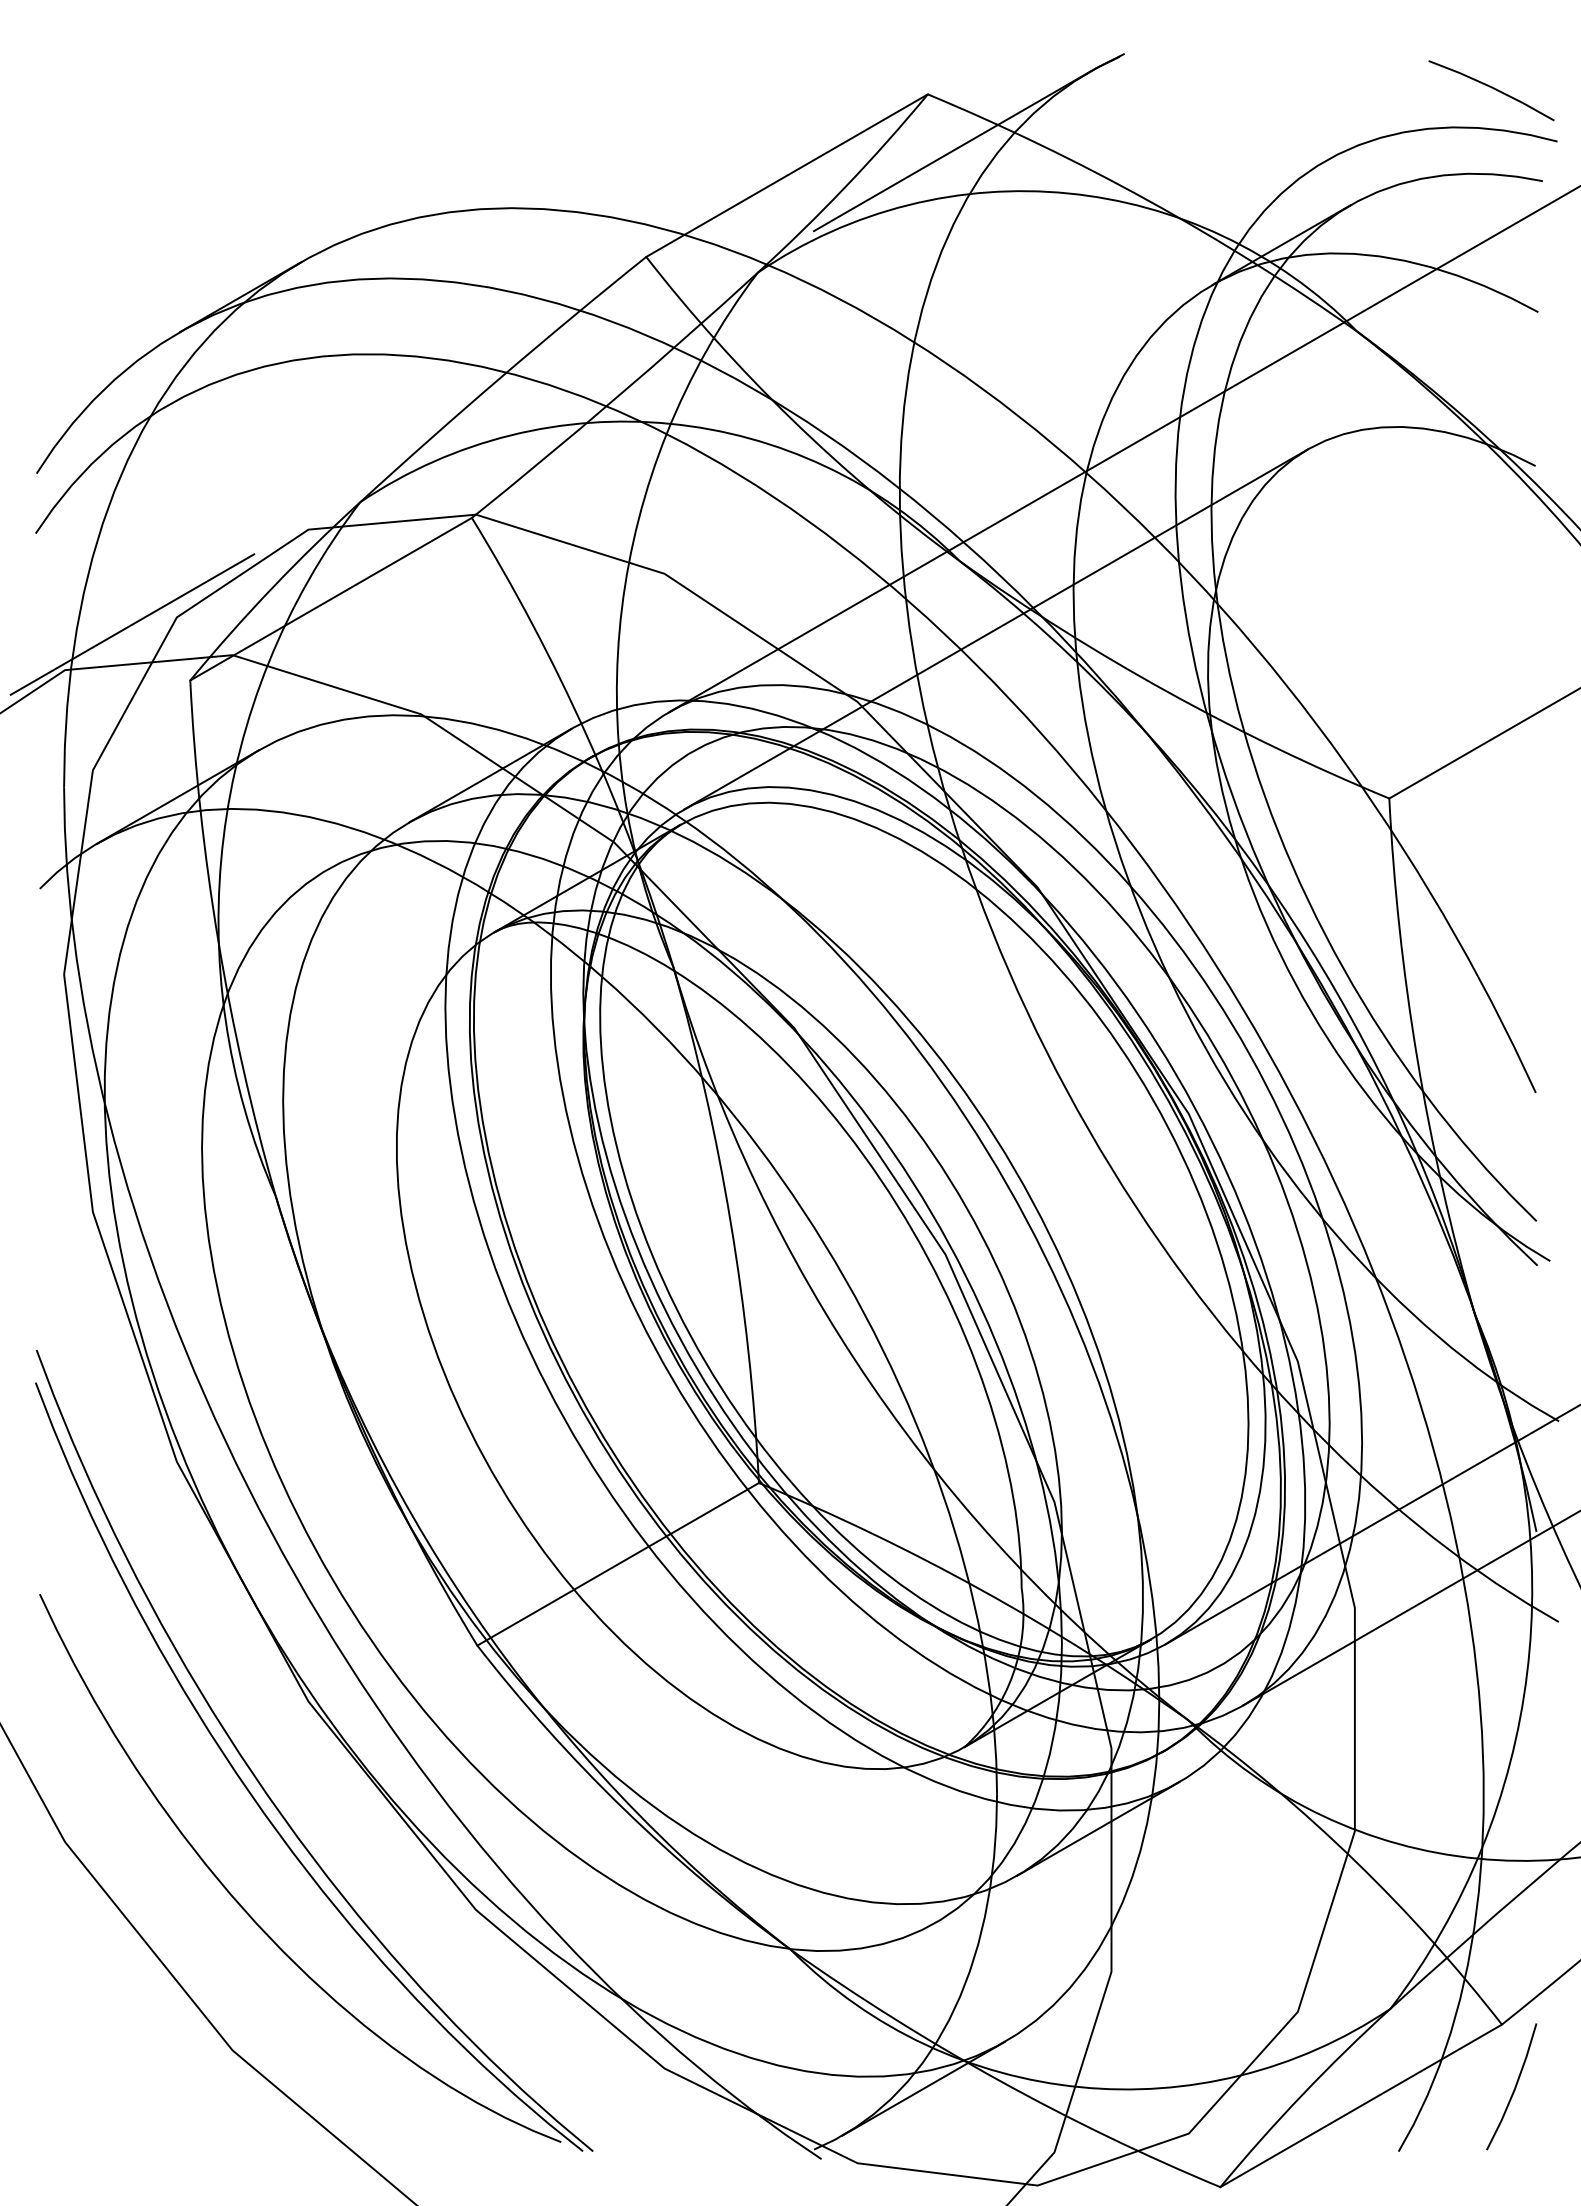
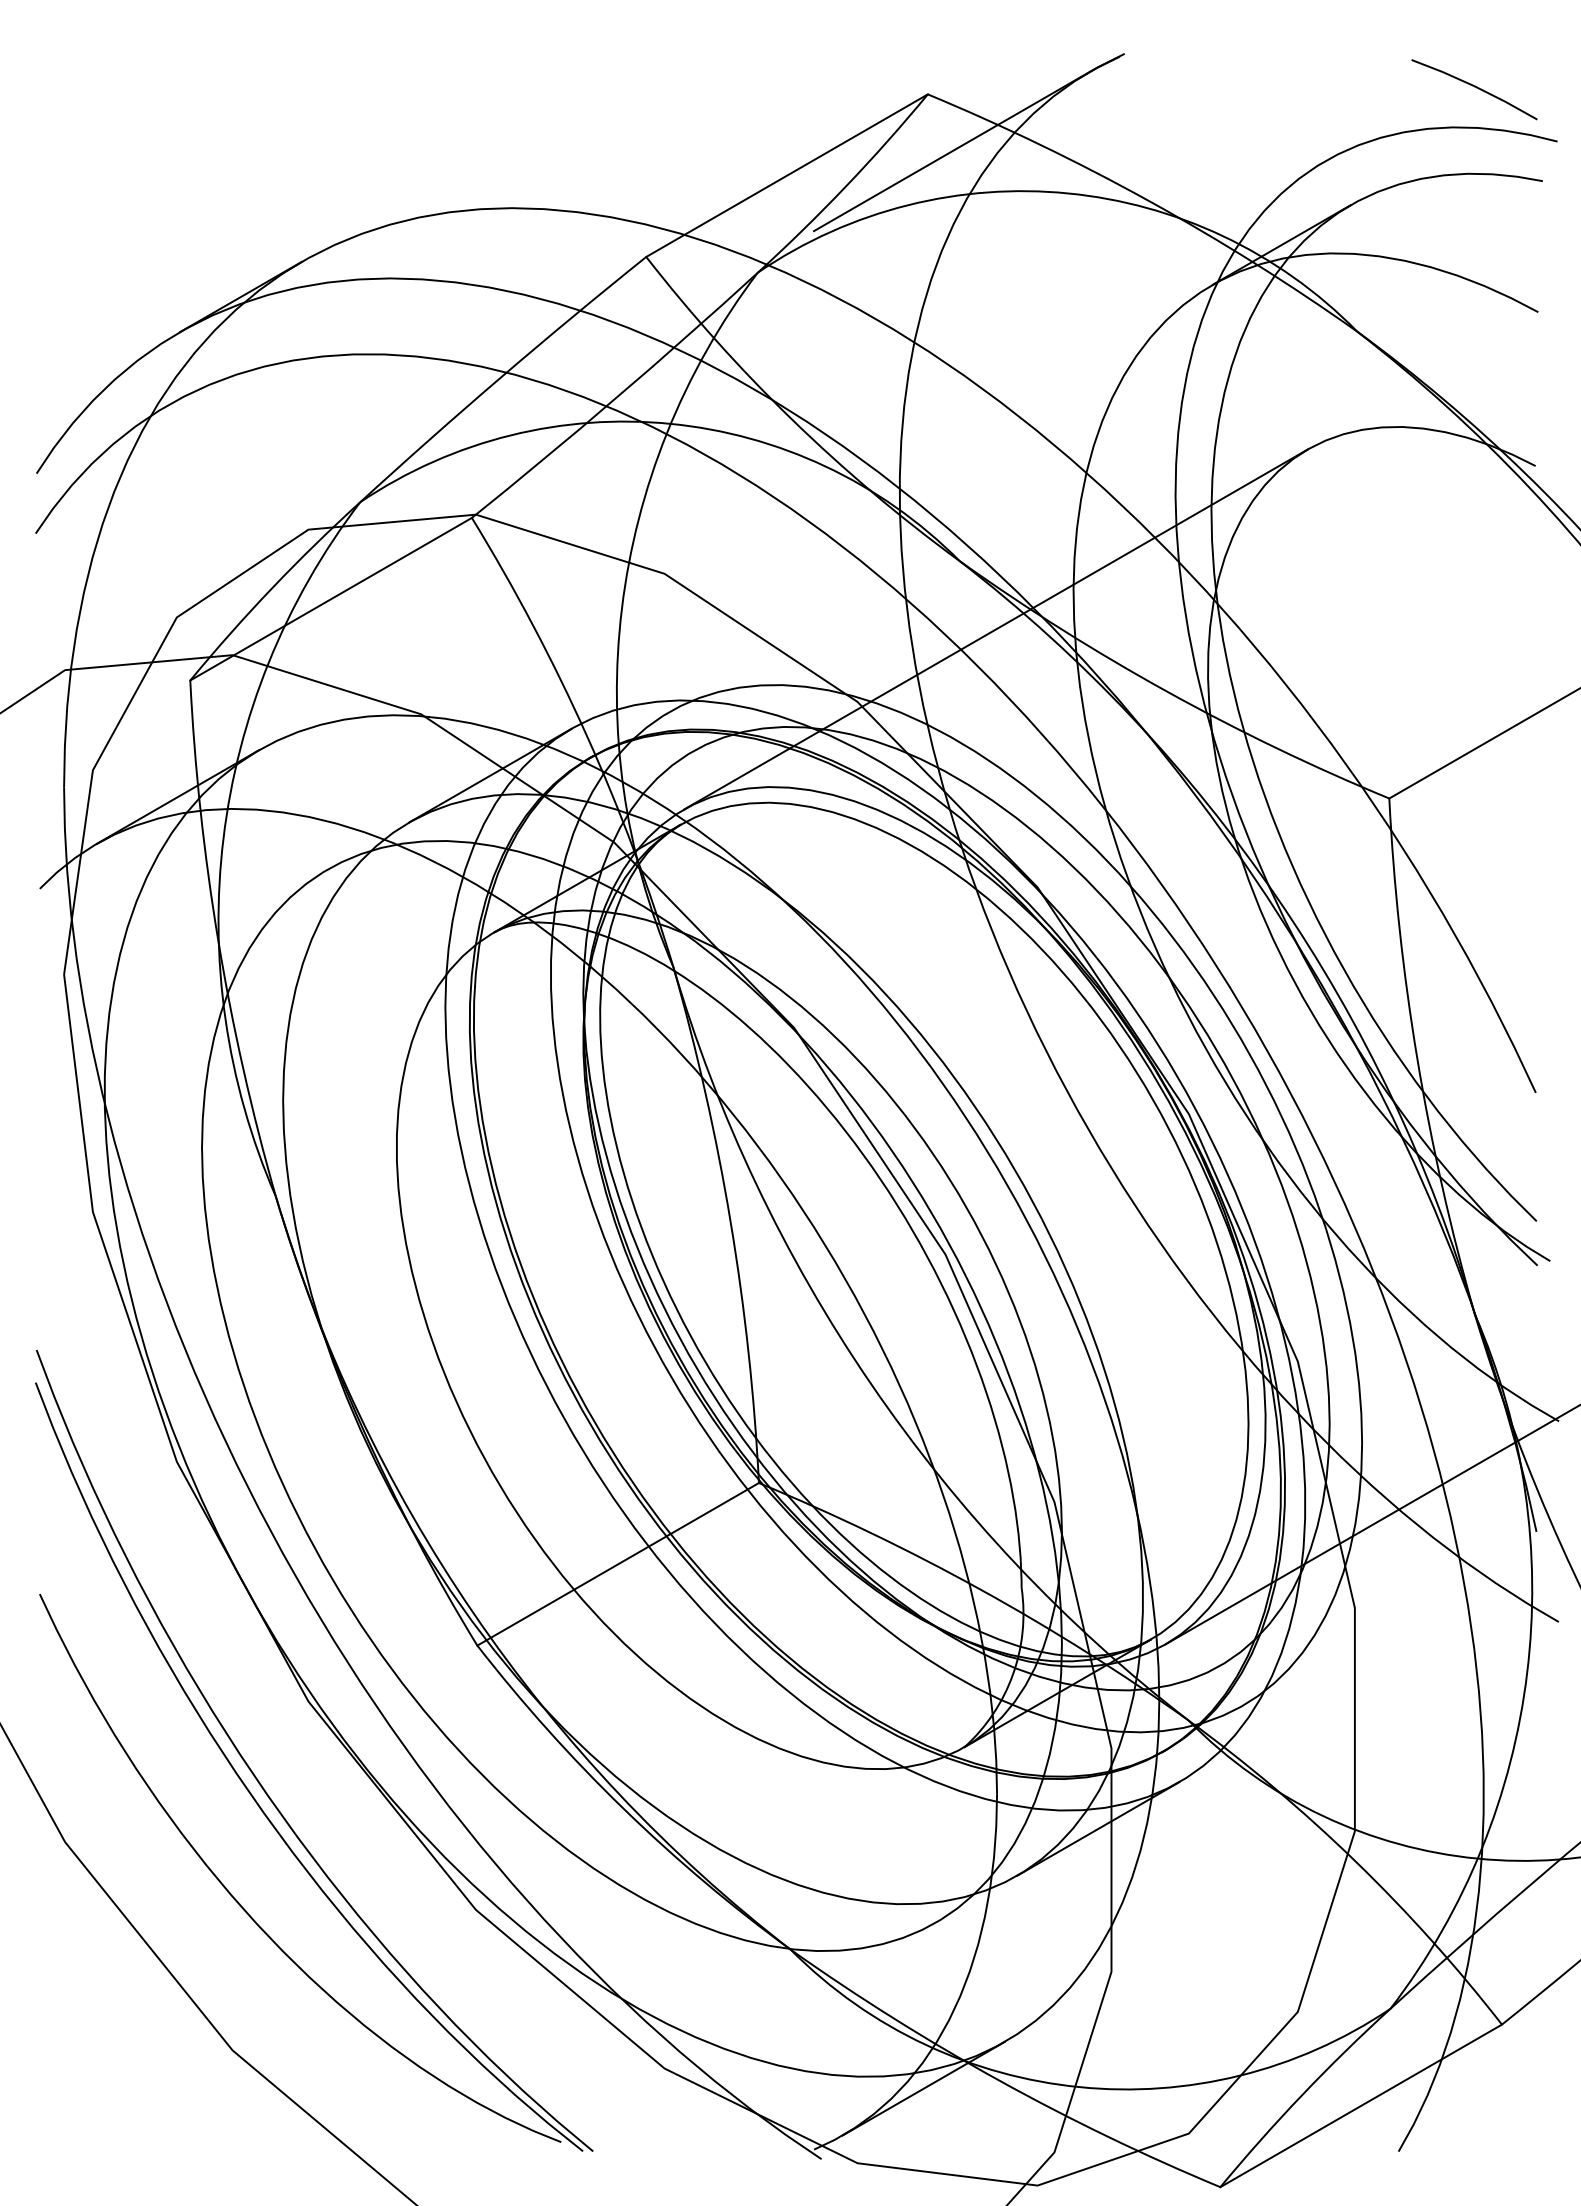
line at (1491, 88) position: (1491, 88) -> (1474, 87)
line at (1123, 449): present -> none
line at (132, 624): present -> none
line at (1410, 1608): present -> none
line at (1514, 2086): present -> none
